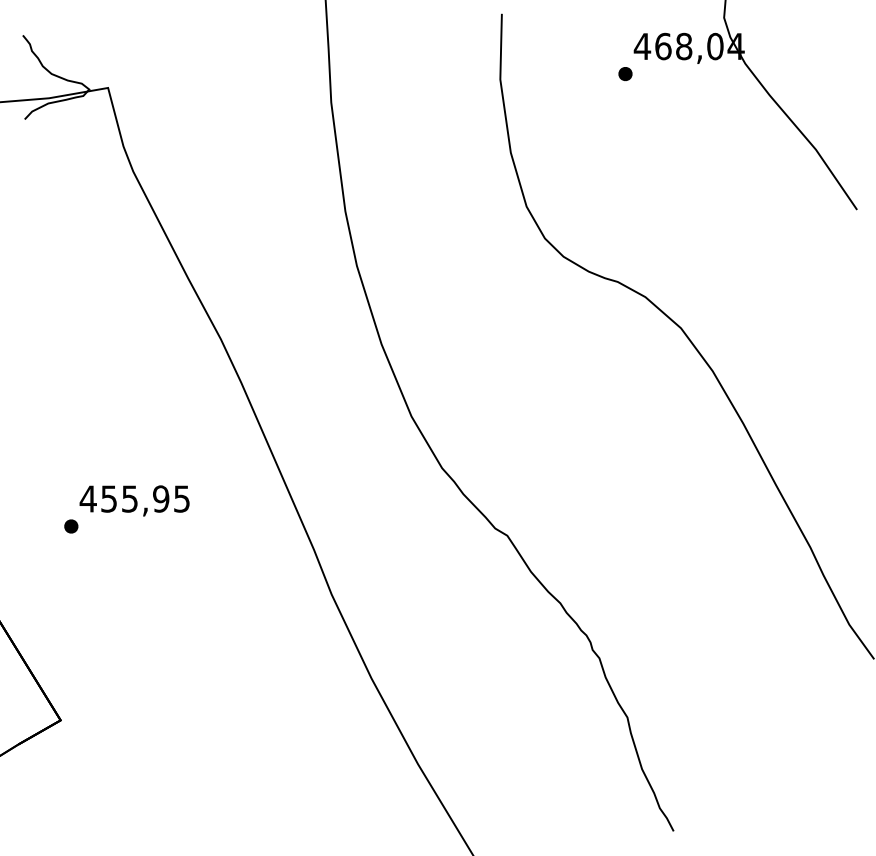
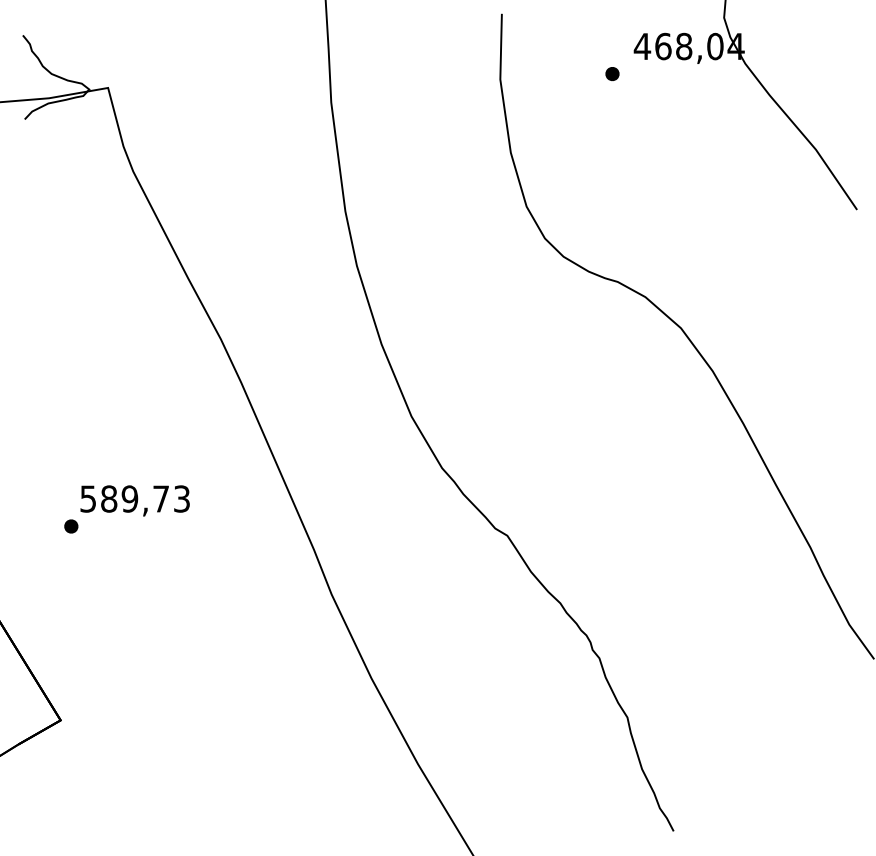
part at (625, 73) position: (625, 73) -> (612, 73)
text at (134, 498): 455,95 -> 589,73
